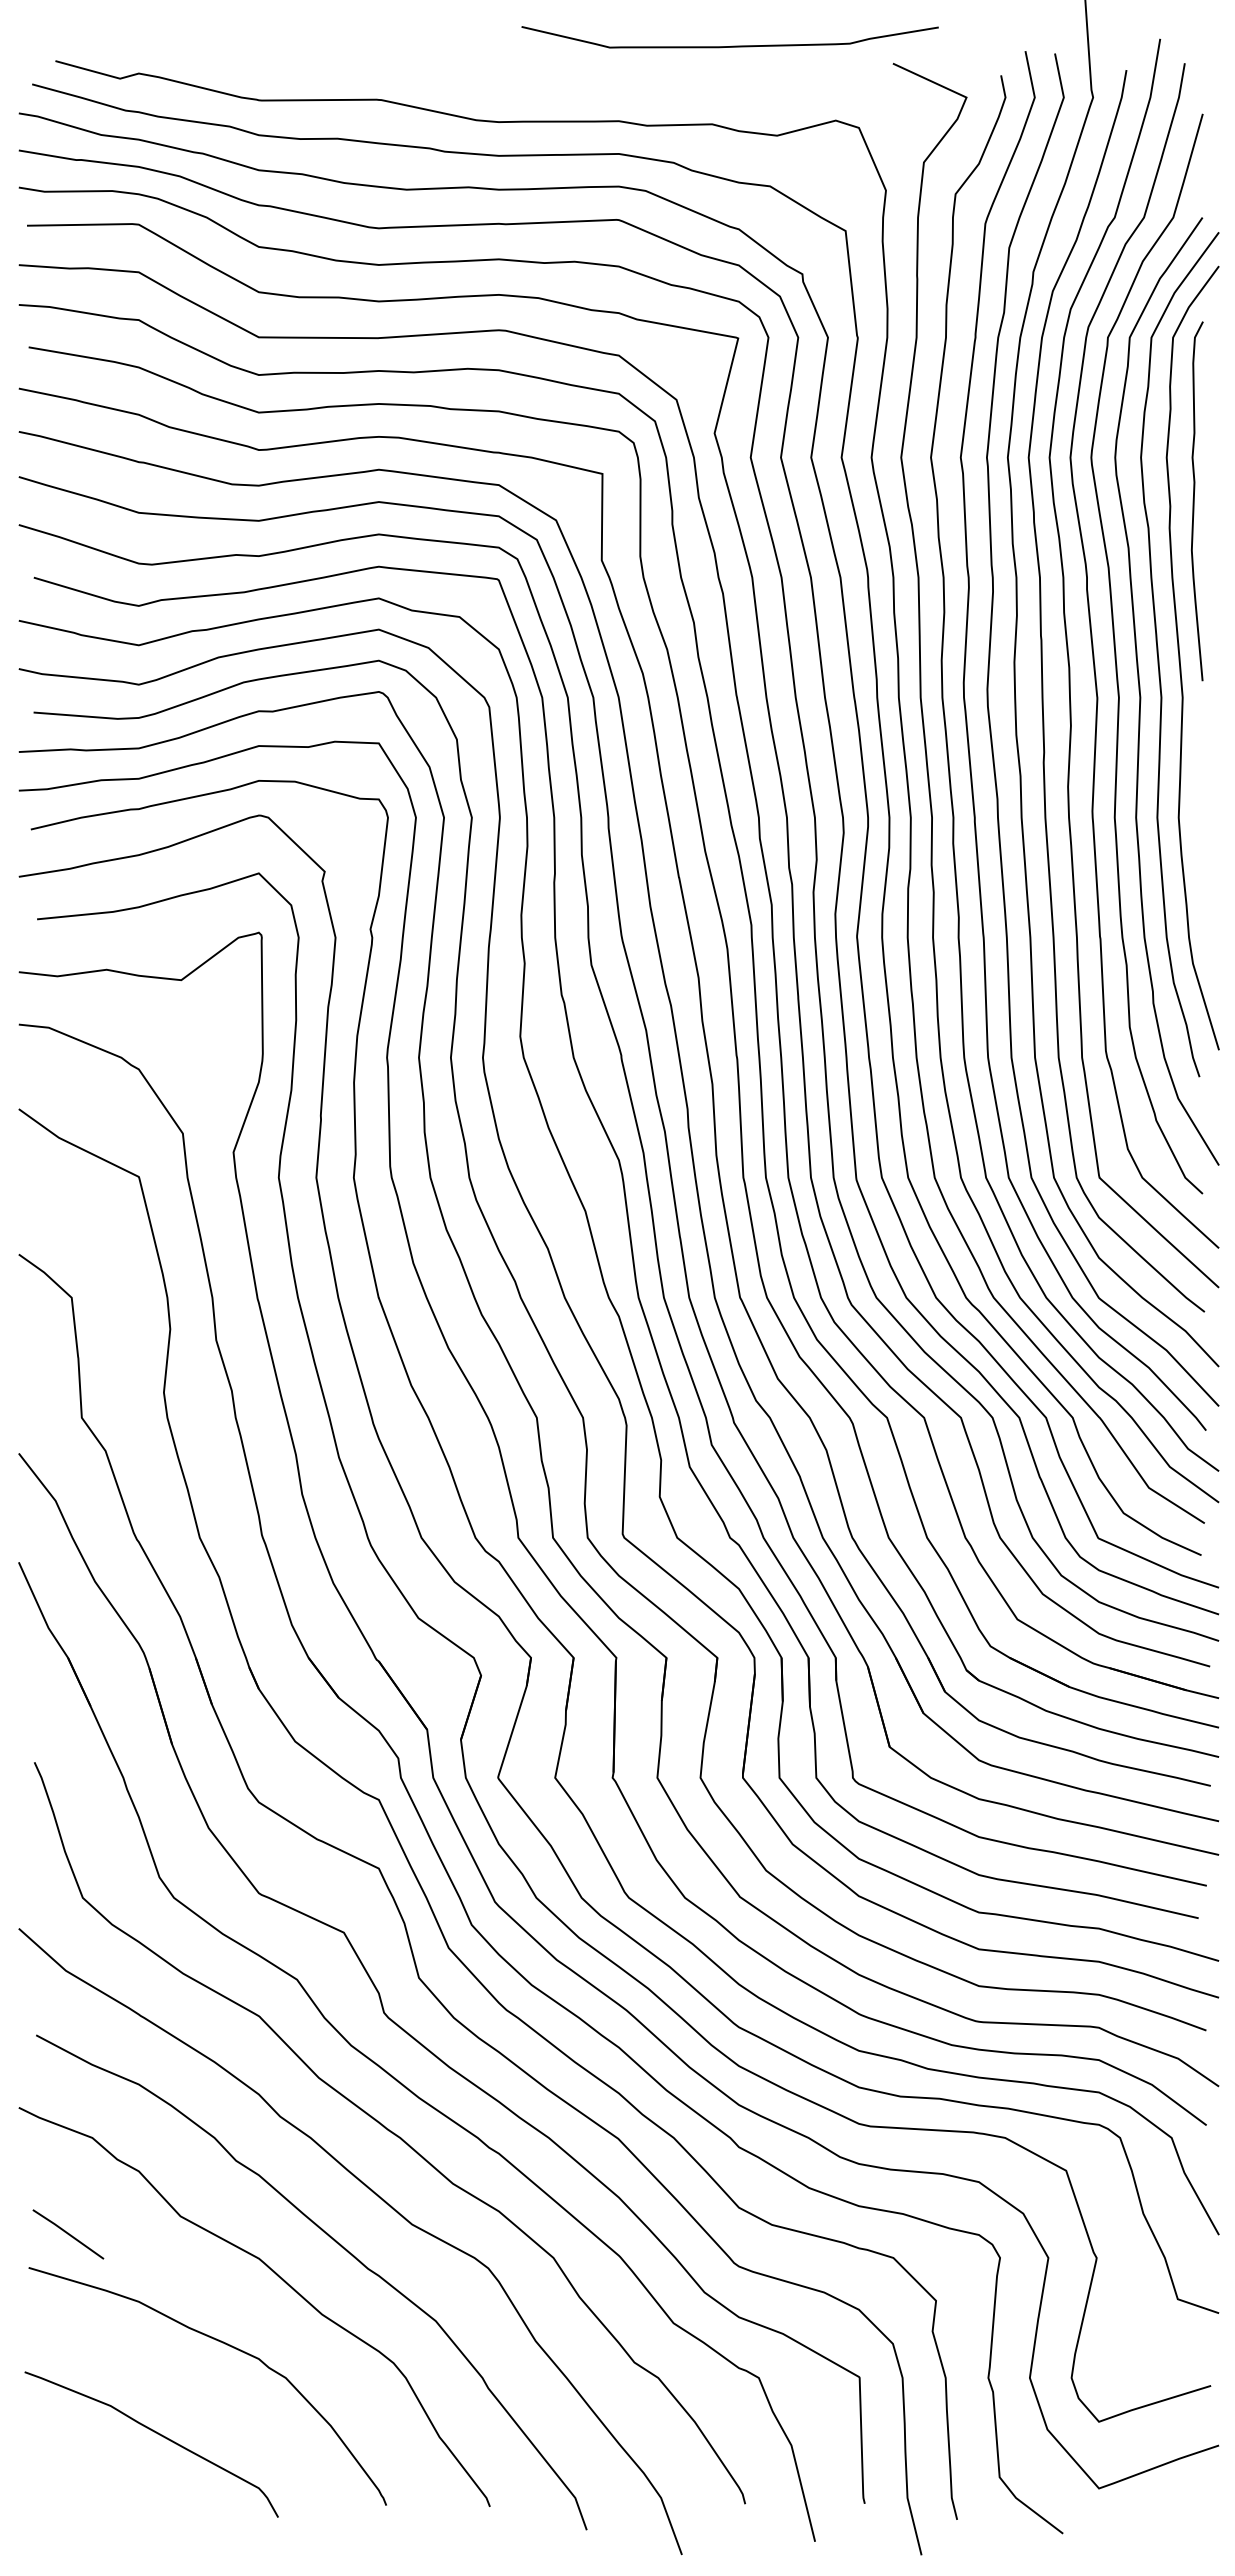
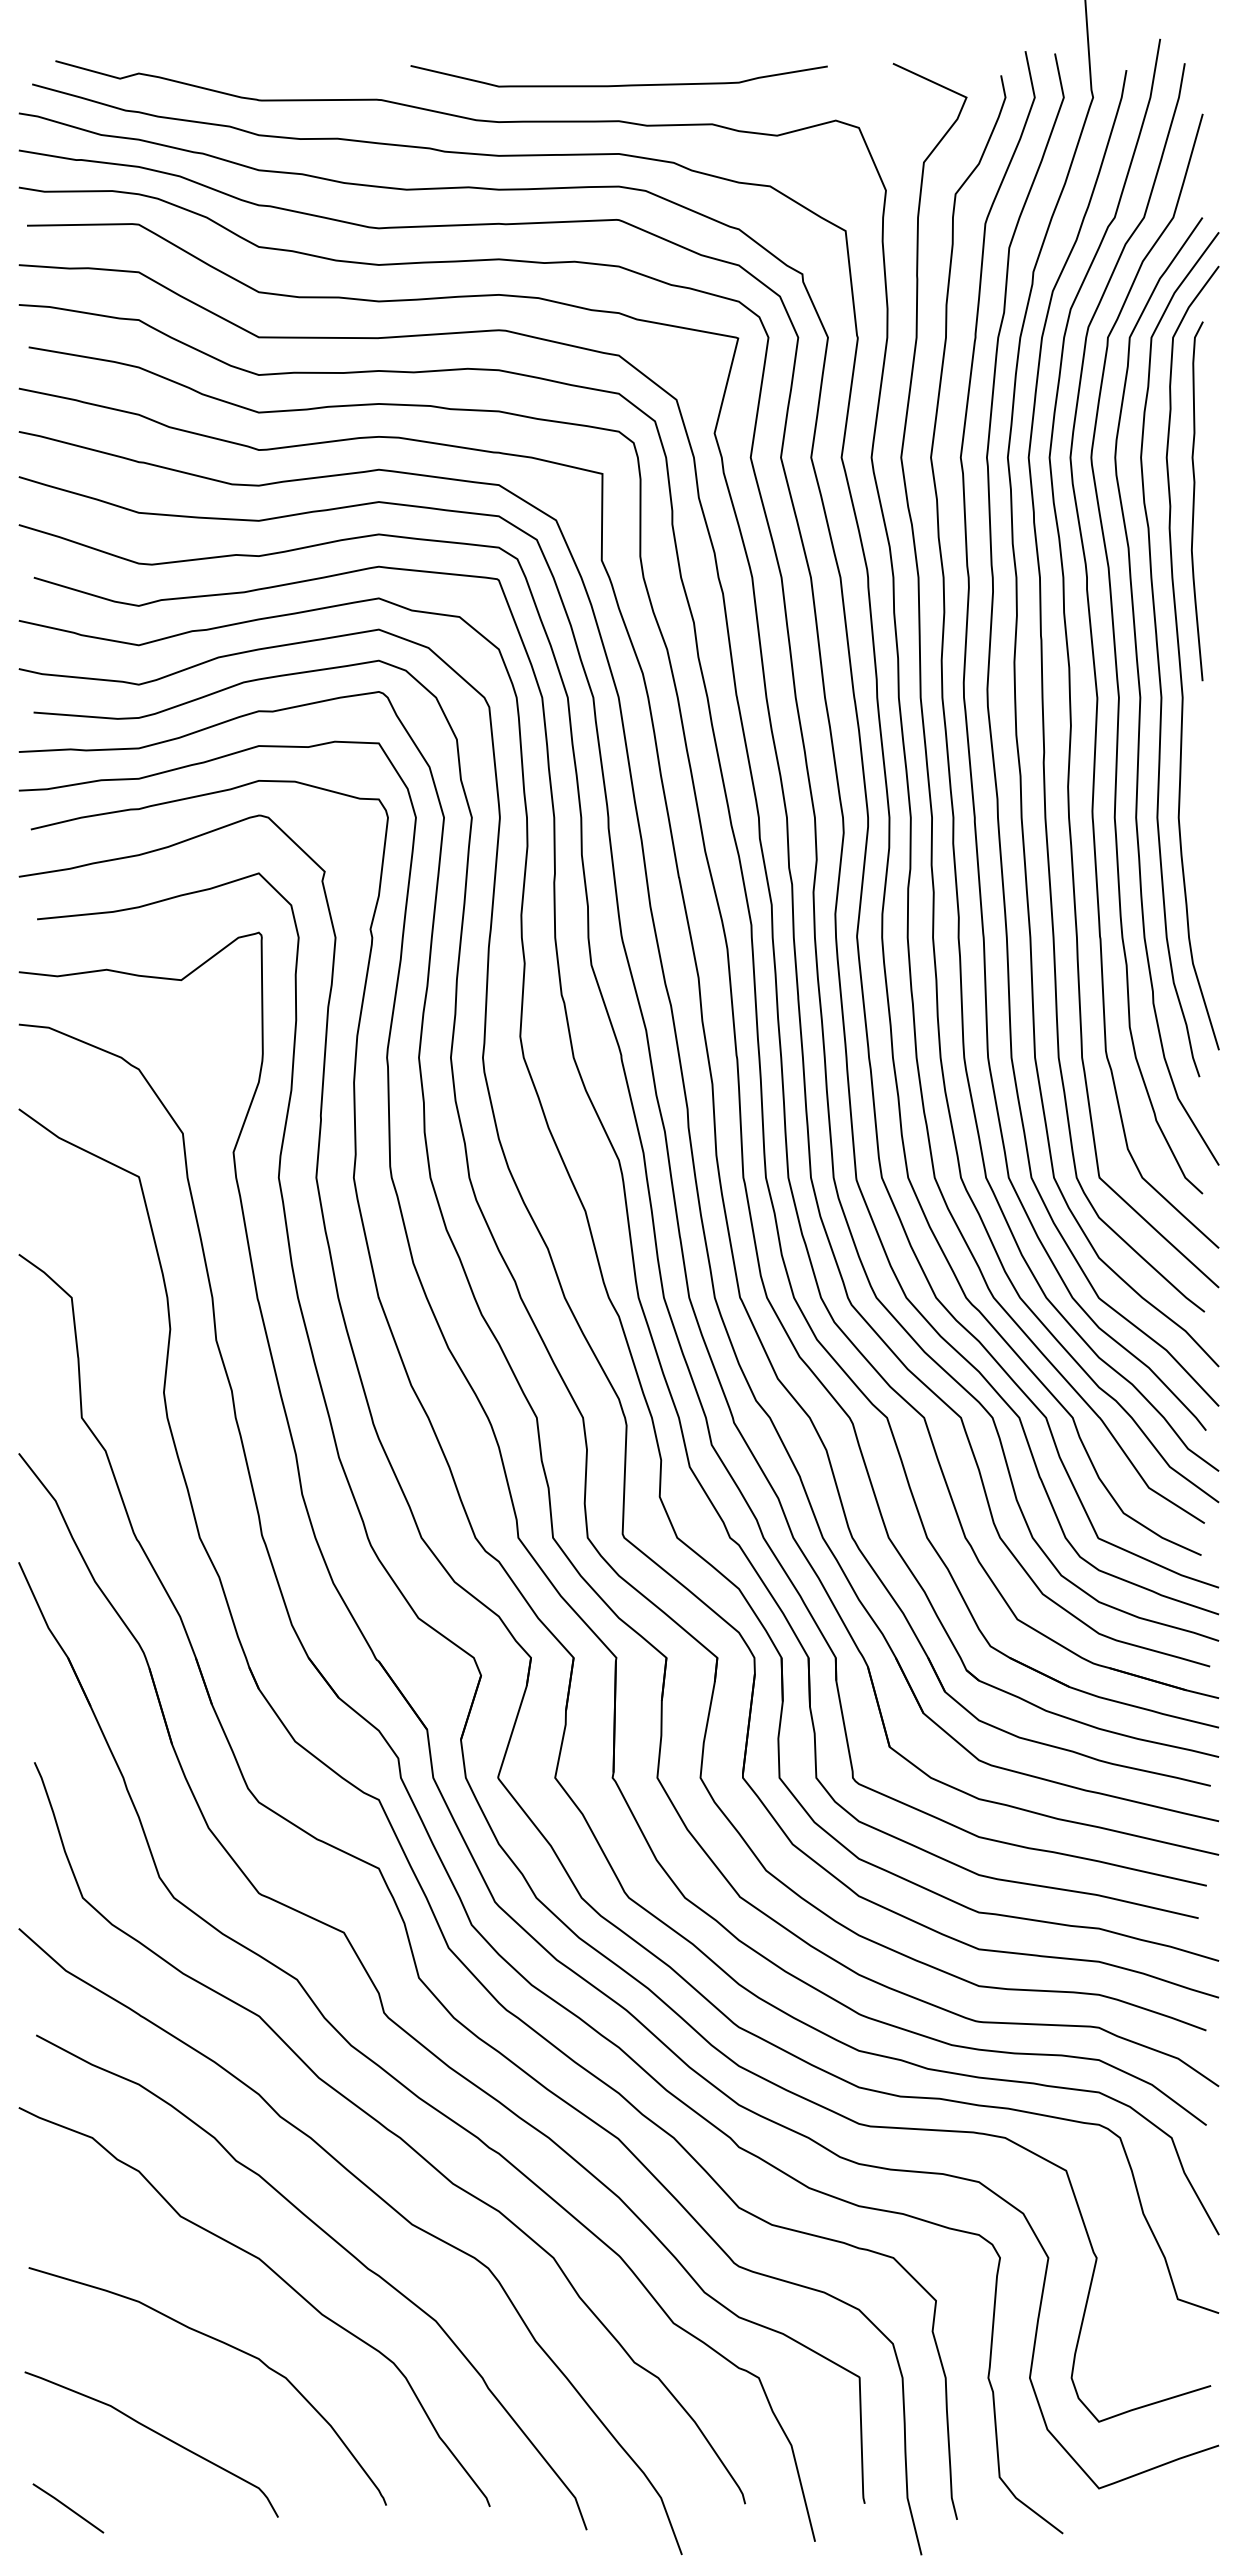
curve at (732, 45) position: (732, 45) -> (621, 84)
line at (68, 2234) position: (68, 2234) -> (68, 2508)
